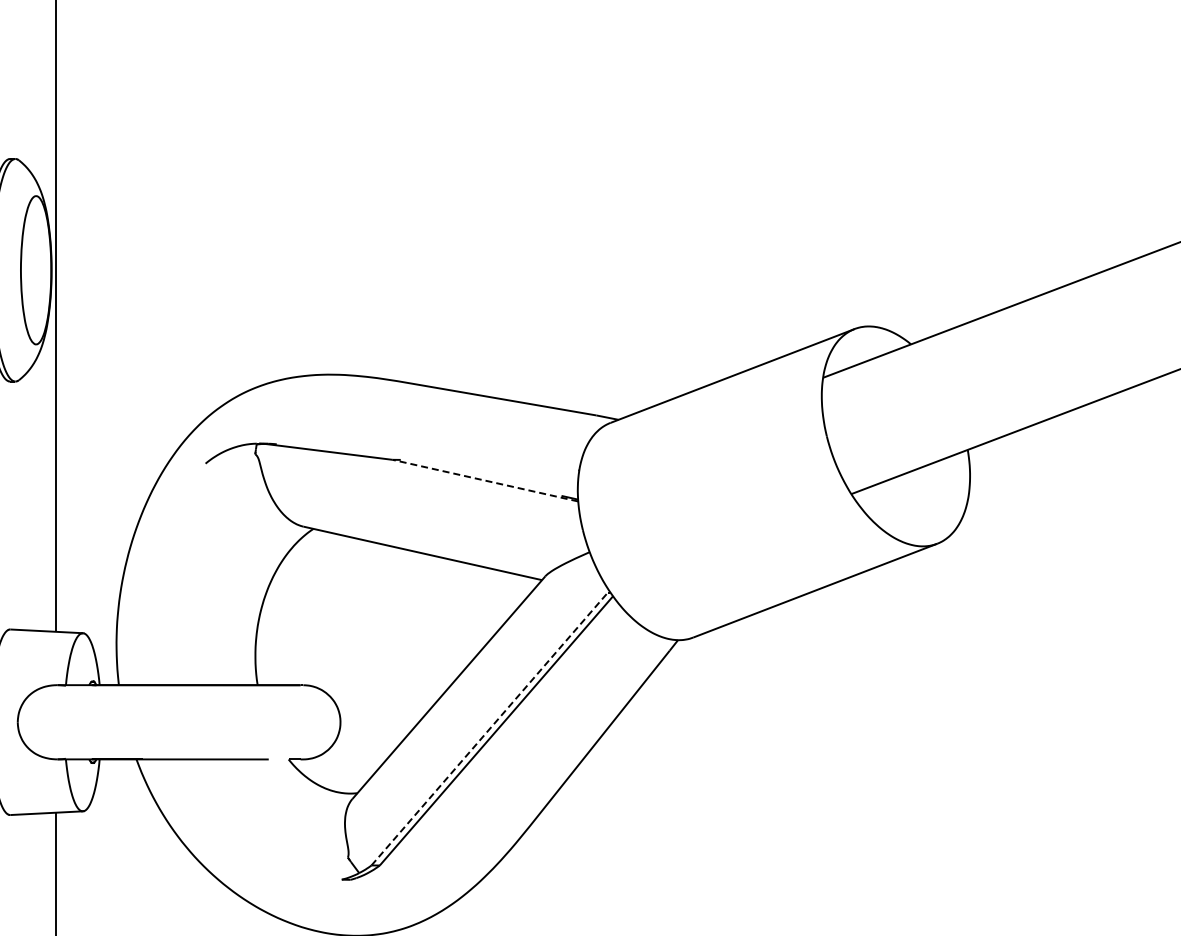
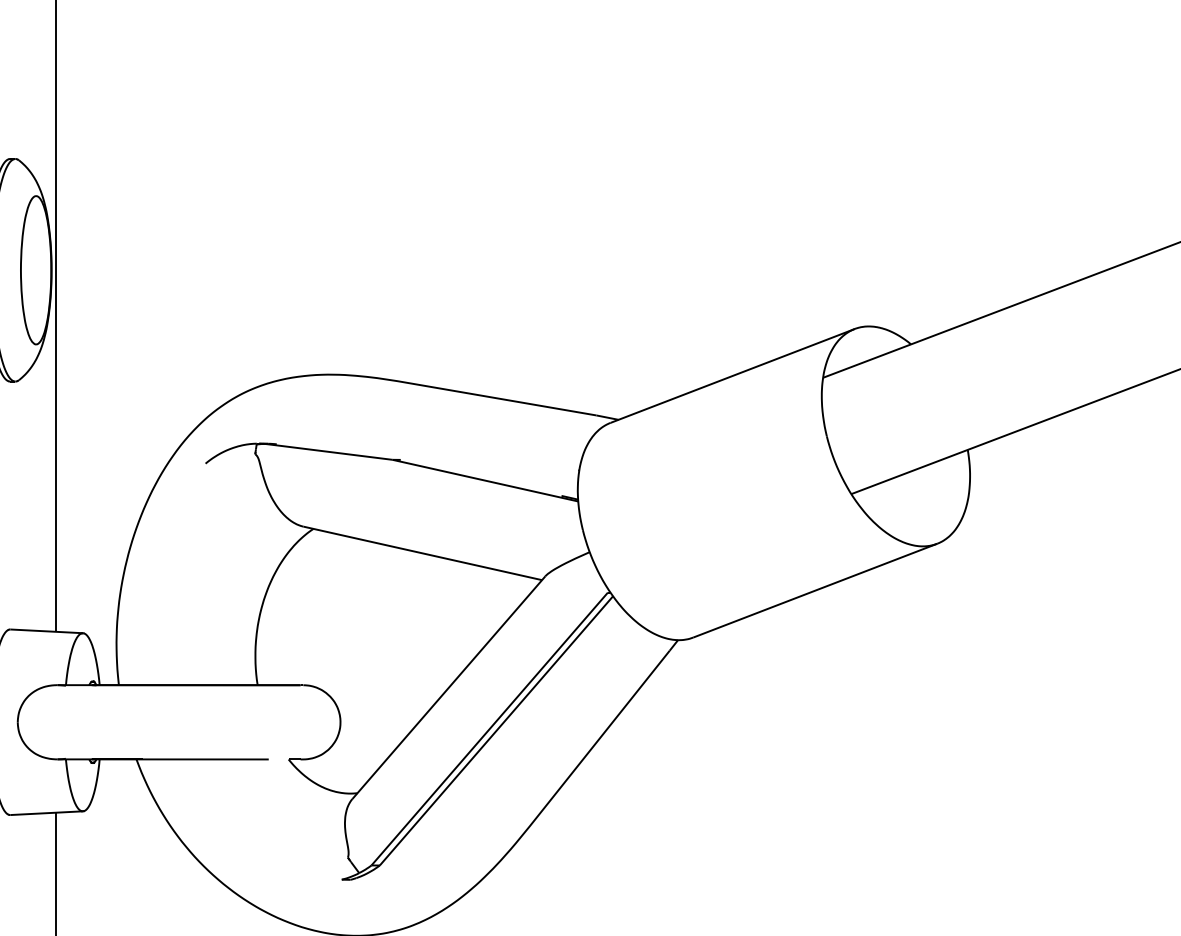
line at (484, 480): dashed -> solid
line at (490, 728): dashed -> solid
